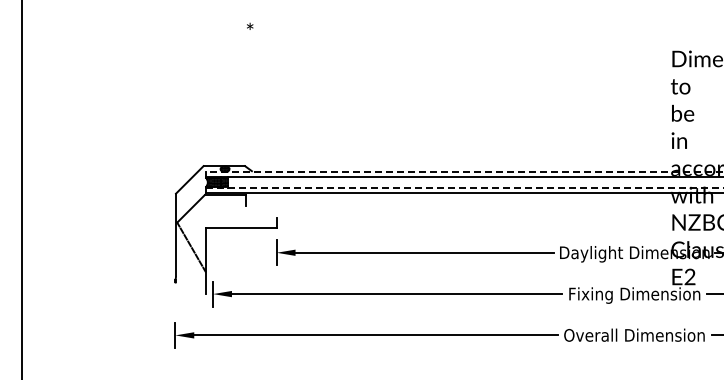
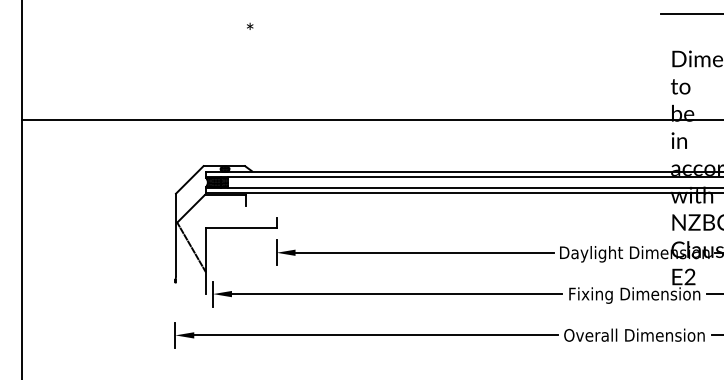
line at (690, 14): none -> present
line at (370, 120): none -> present
line at (464, 172): dashed -> solid
line at (464, 187): dashed -> solid
